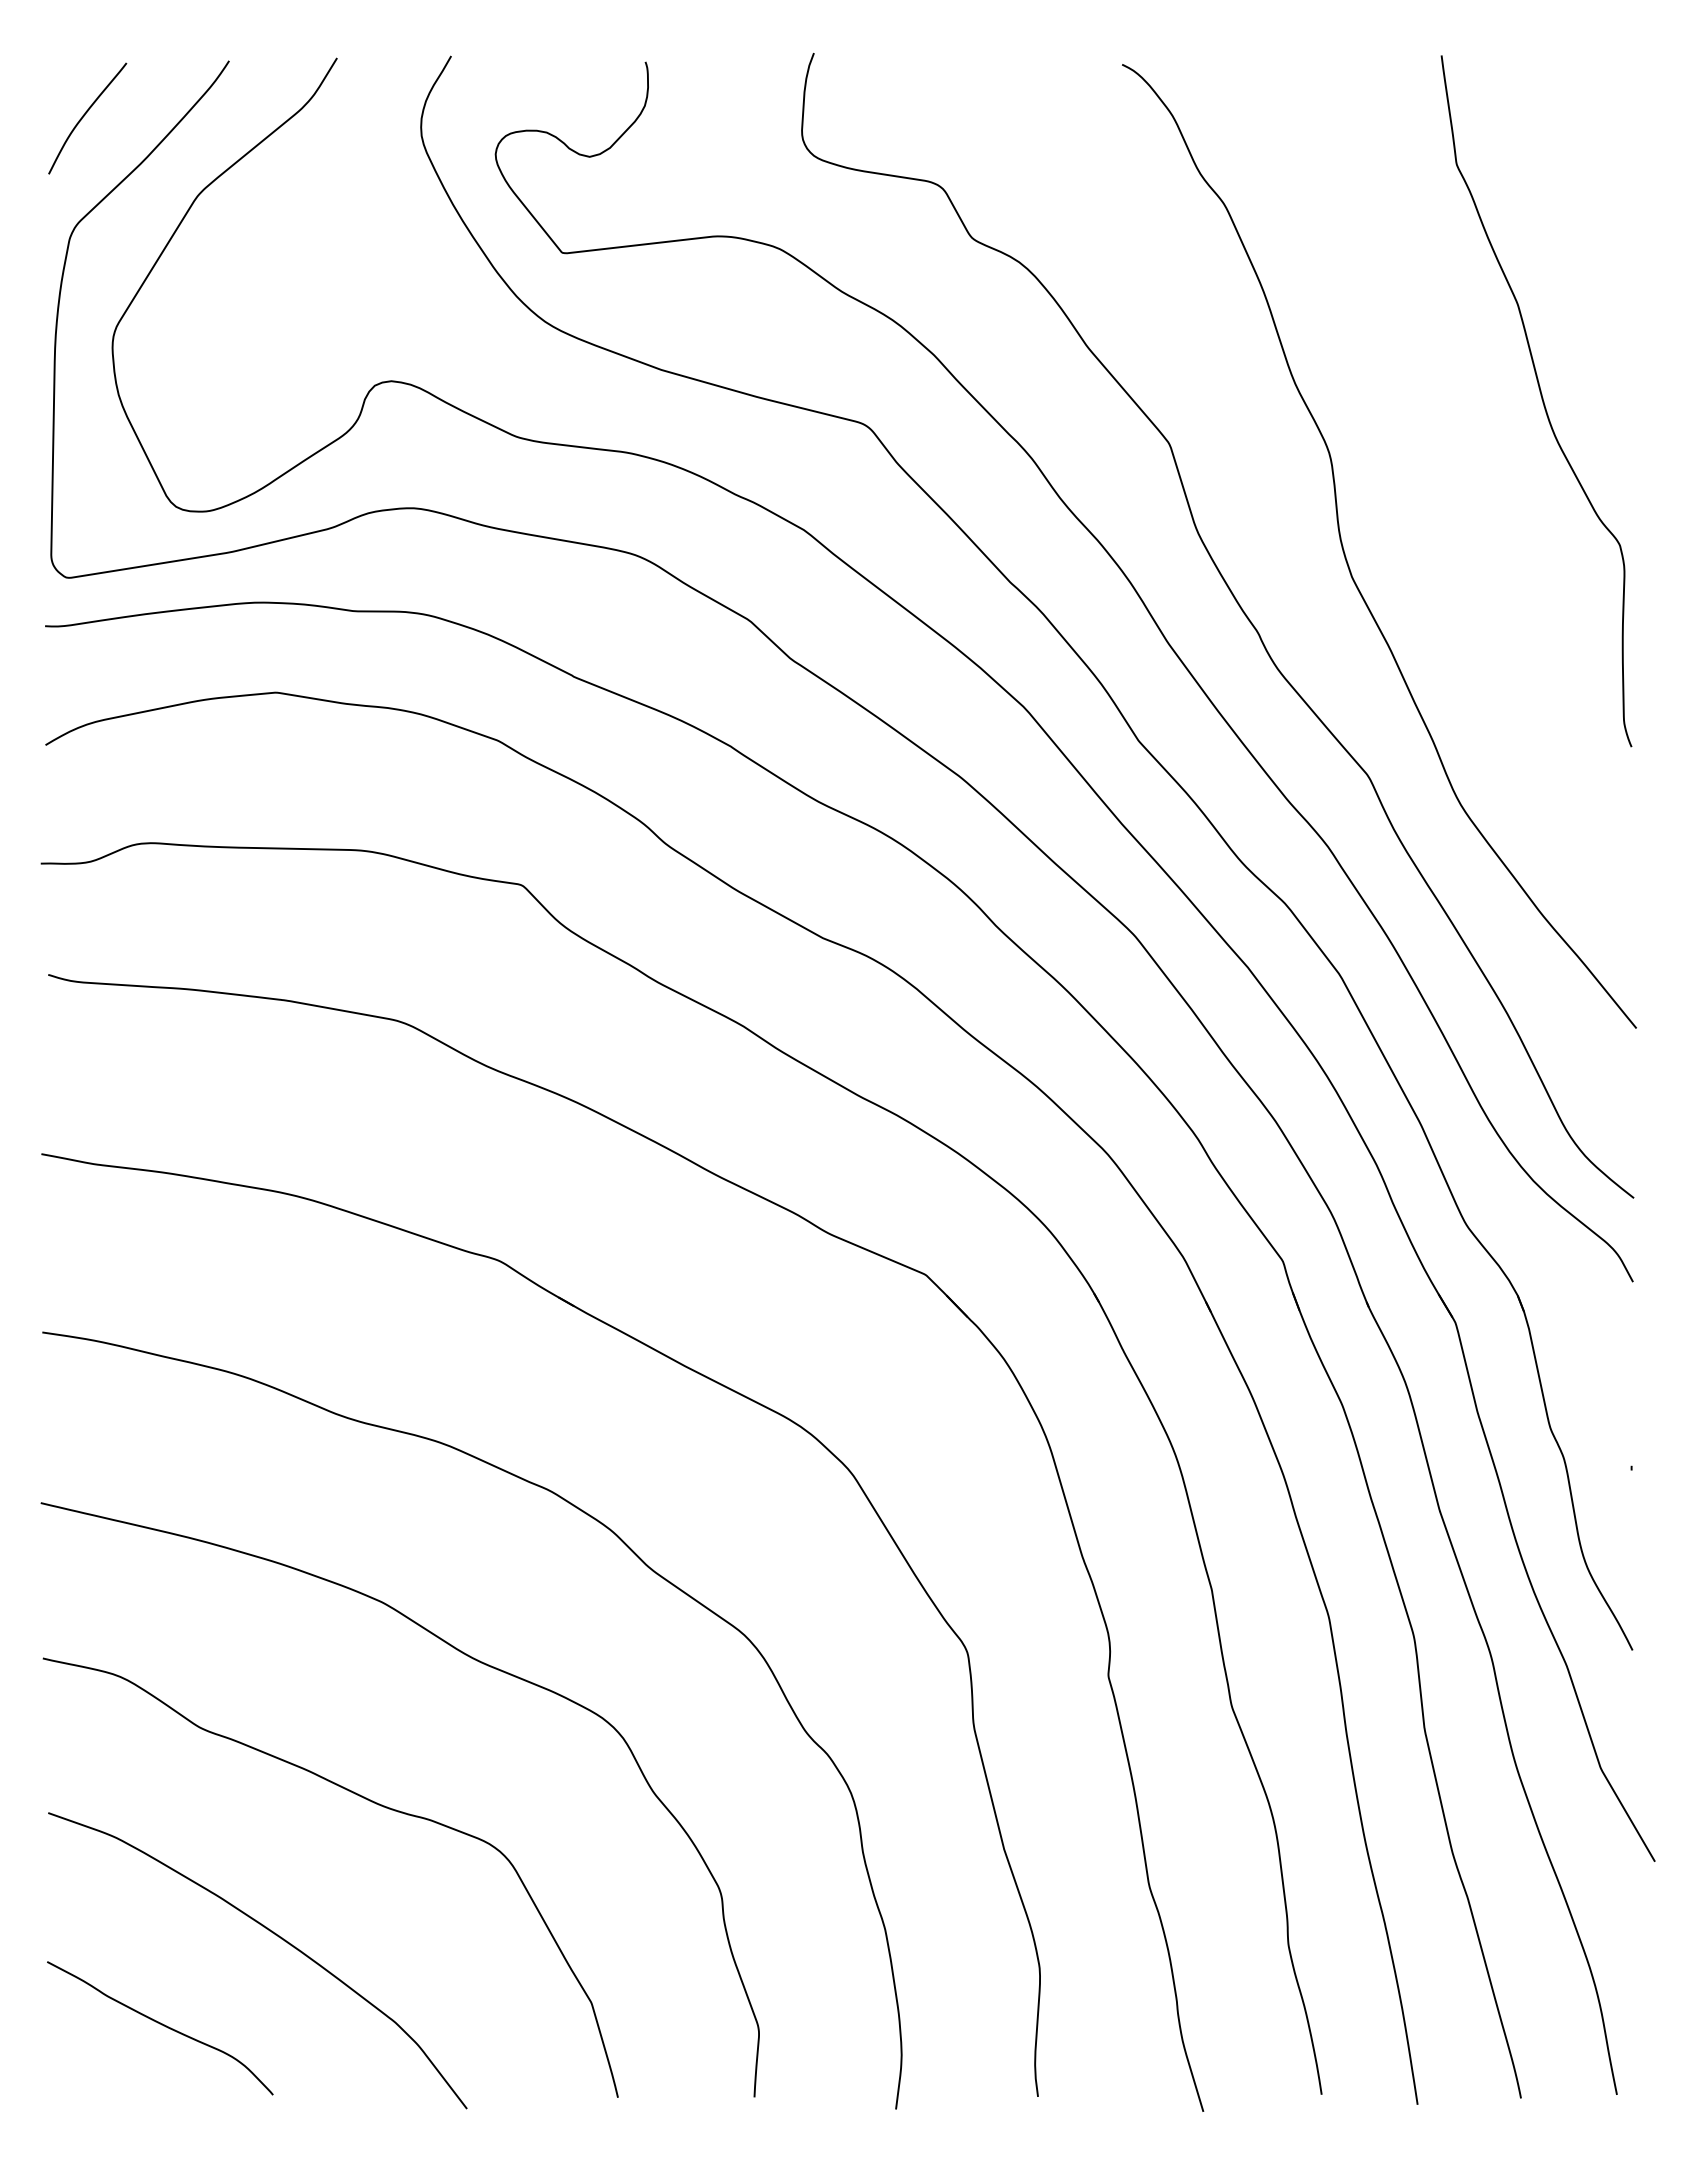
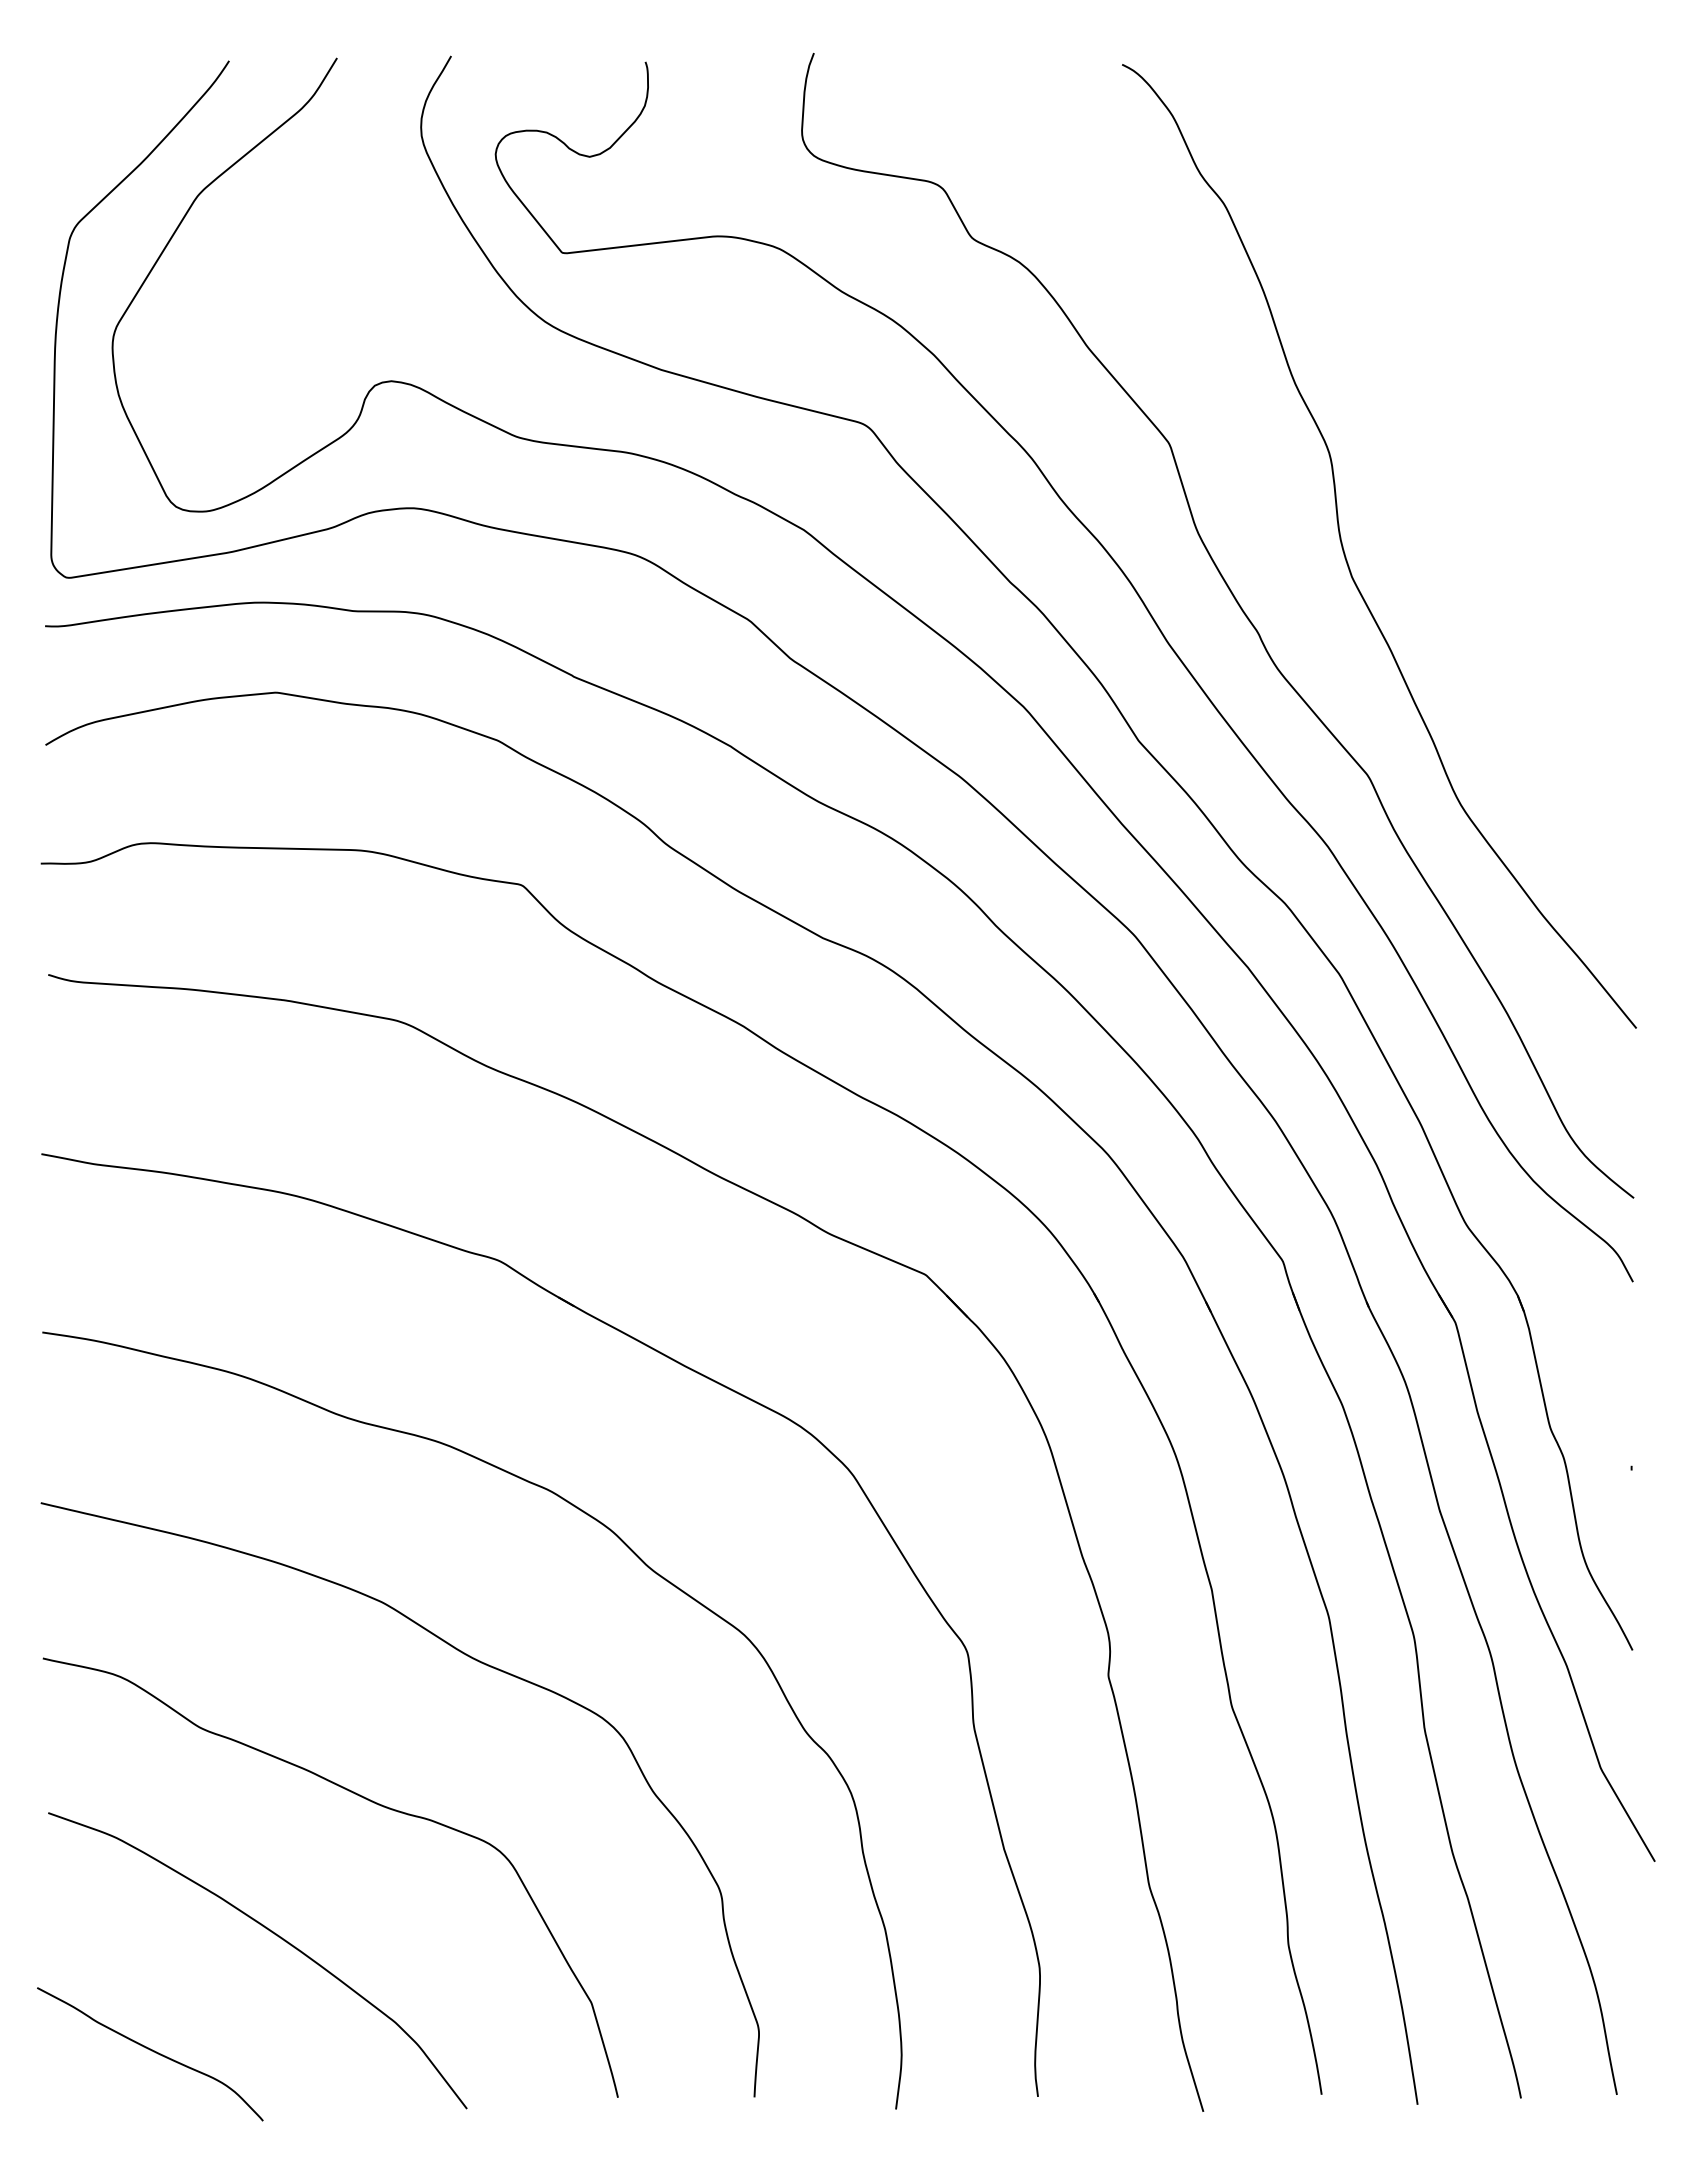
curve at (85, 115): present -> none
curve at (1541, 399): present -> none
curve at (161, 2025) position: (161, 2025) -> (151, 2051)
